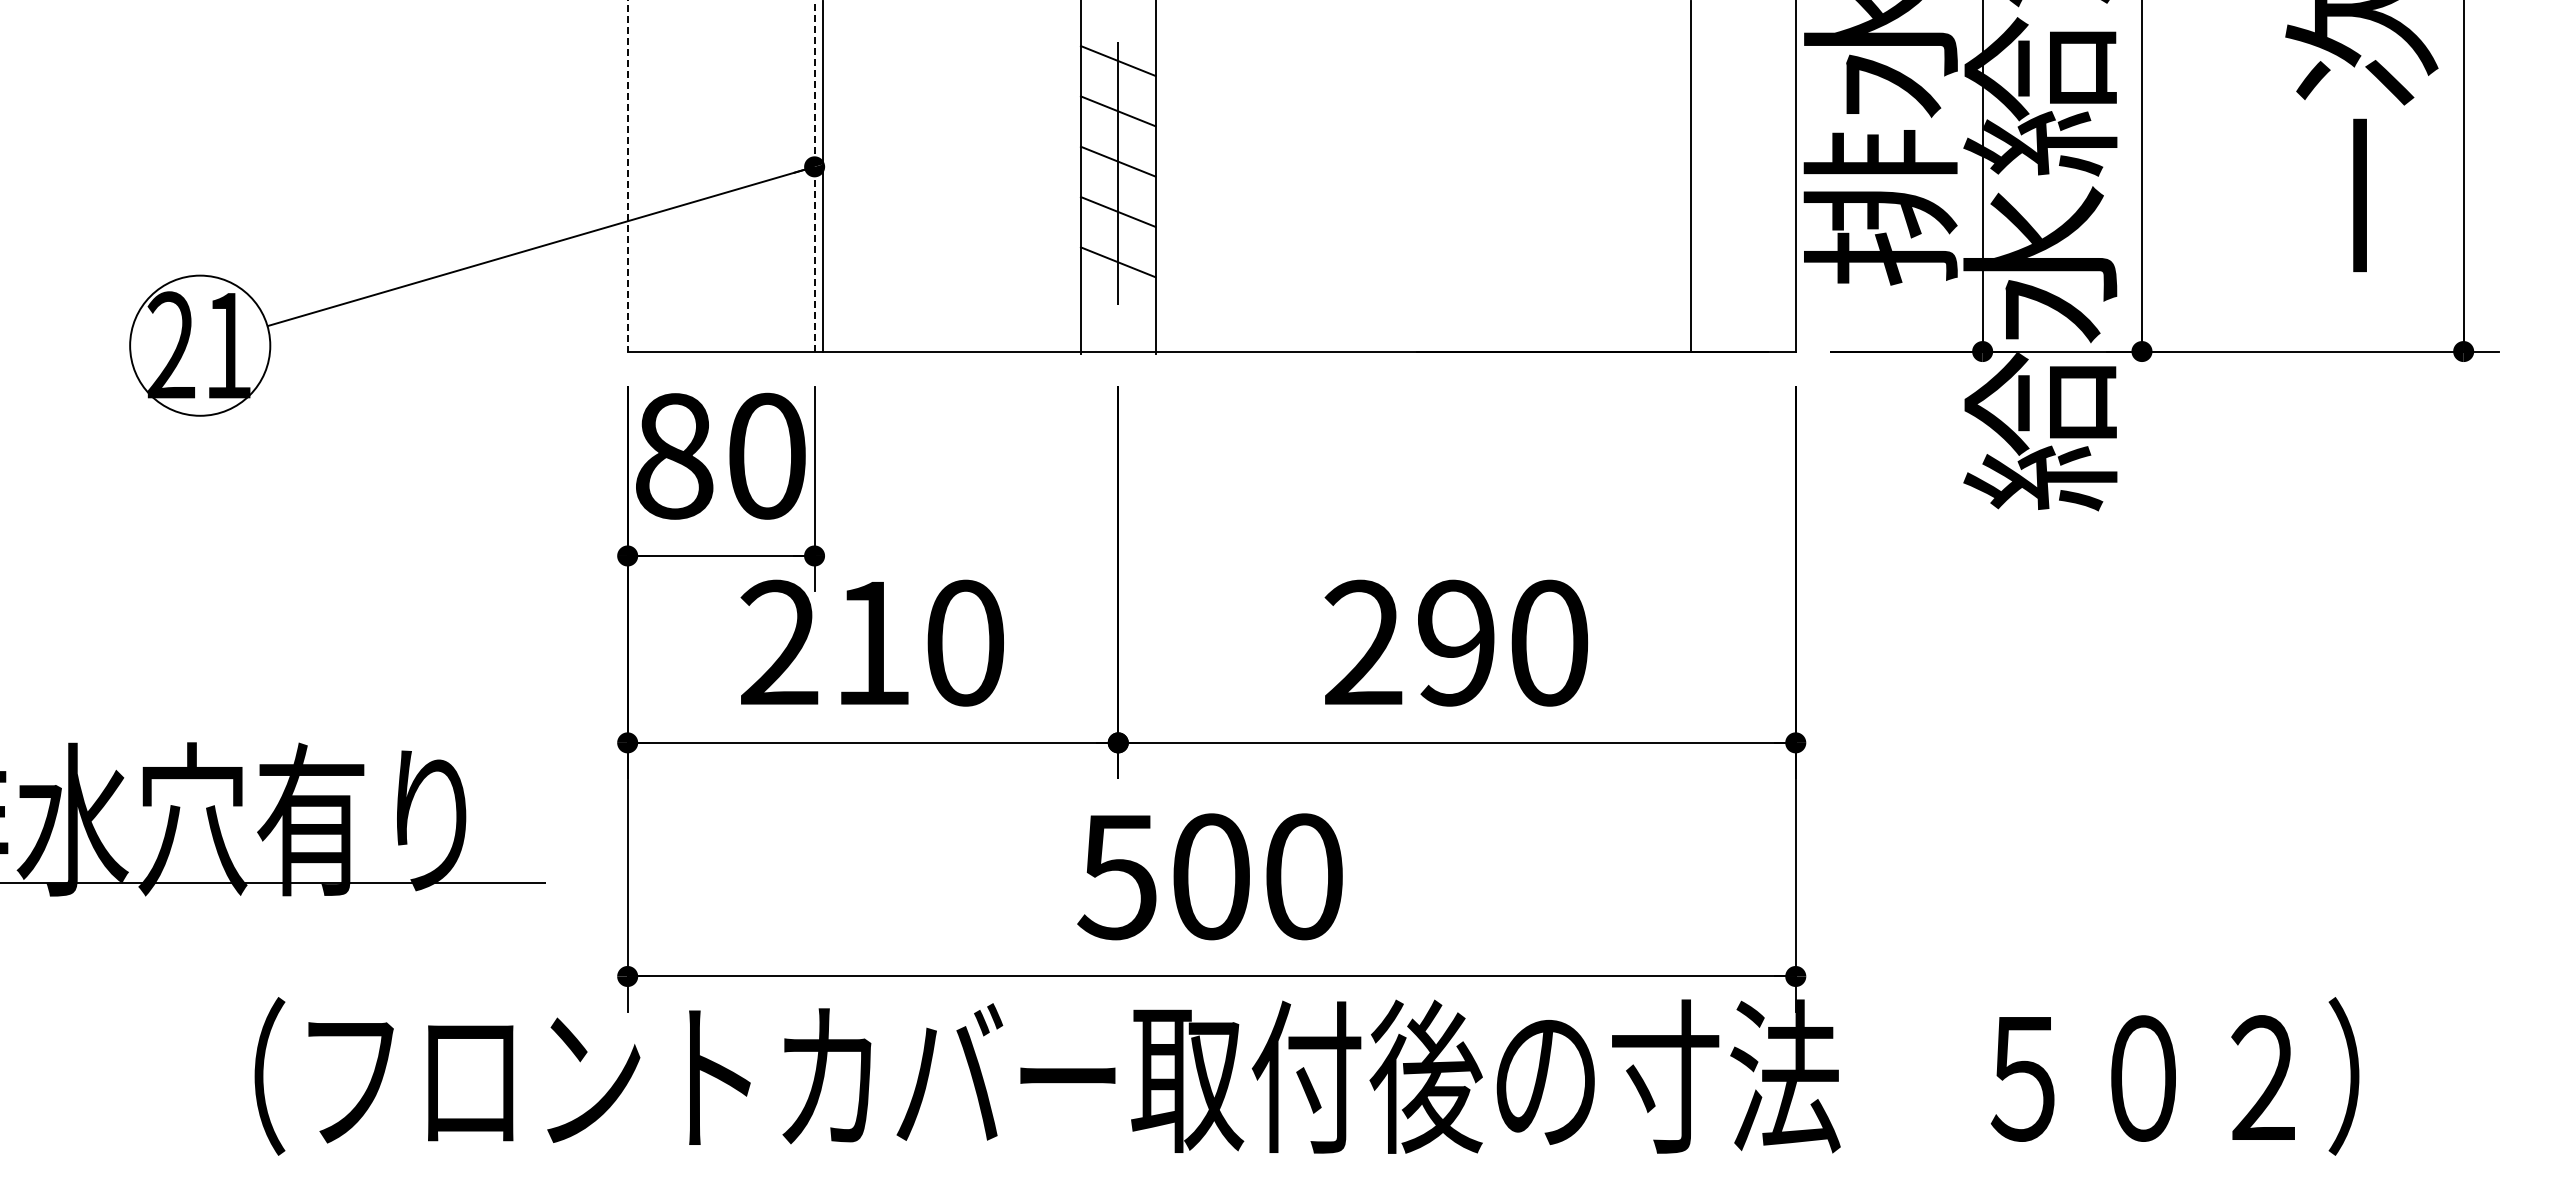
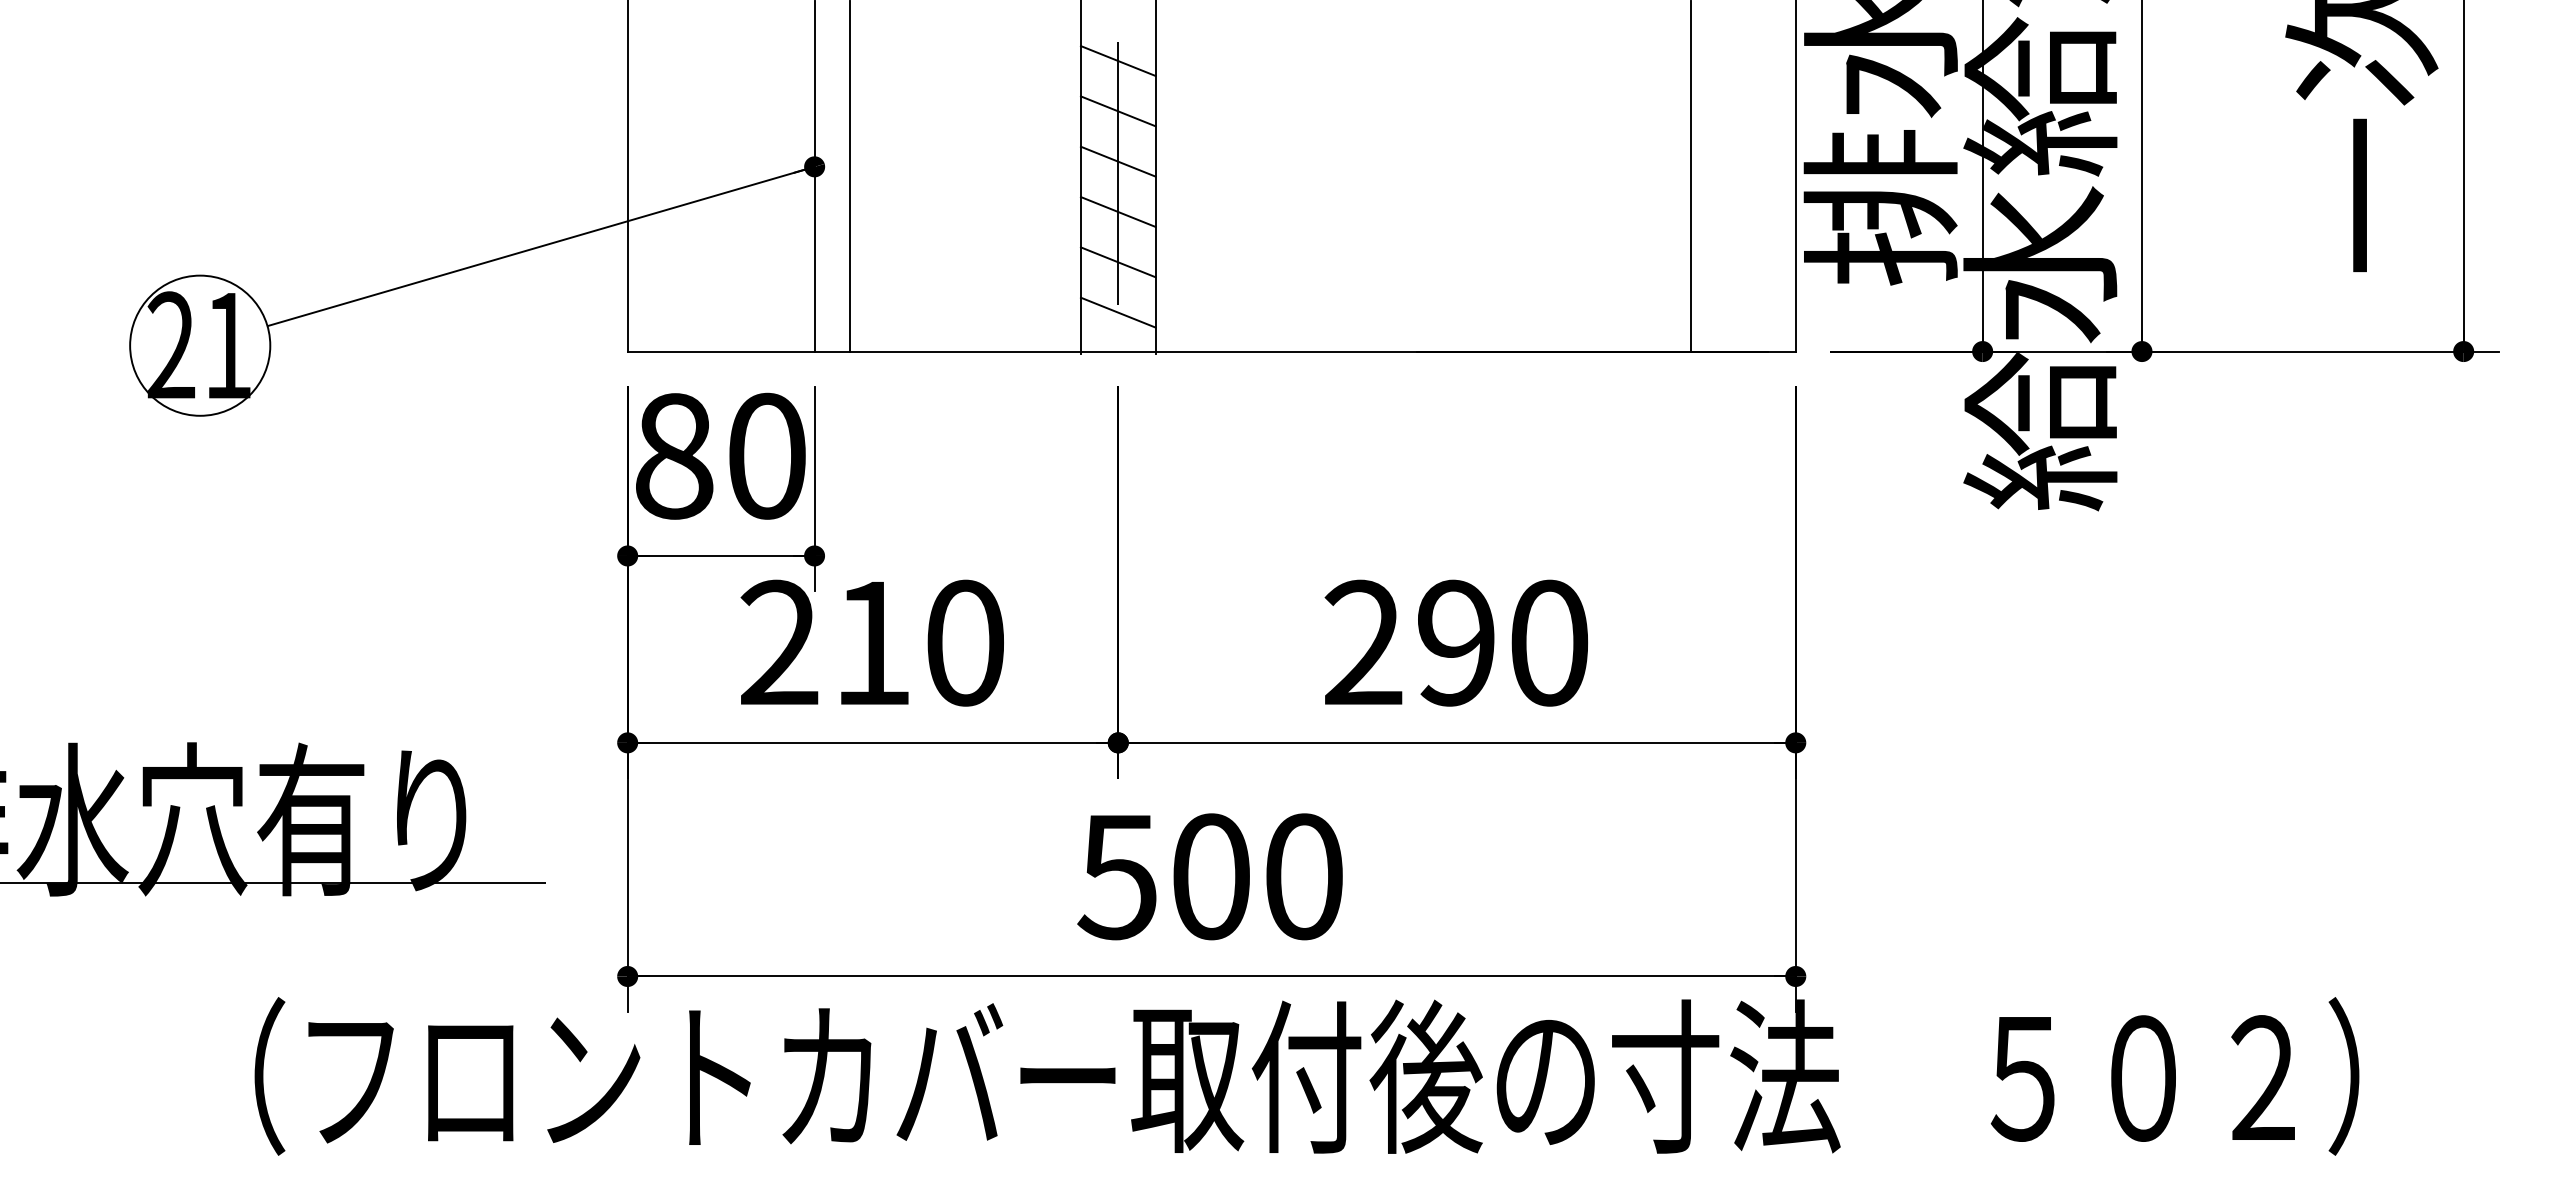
line at (814, 175): dashed -> solid
line at (627, 176): dashed -> solid
line at (822, 176) position: (822, 176) -> (849, 176)
line at (1117, 312): none -> present
